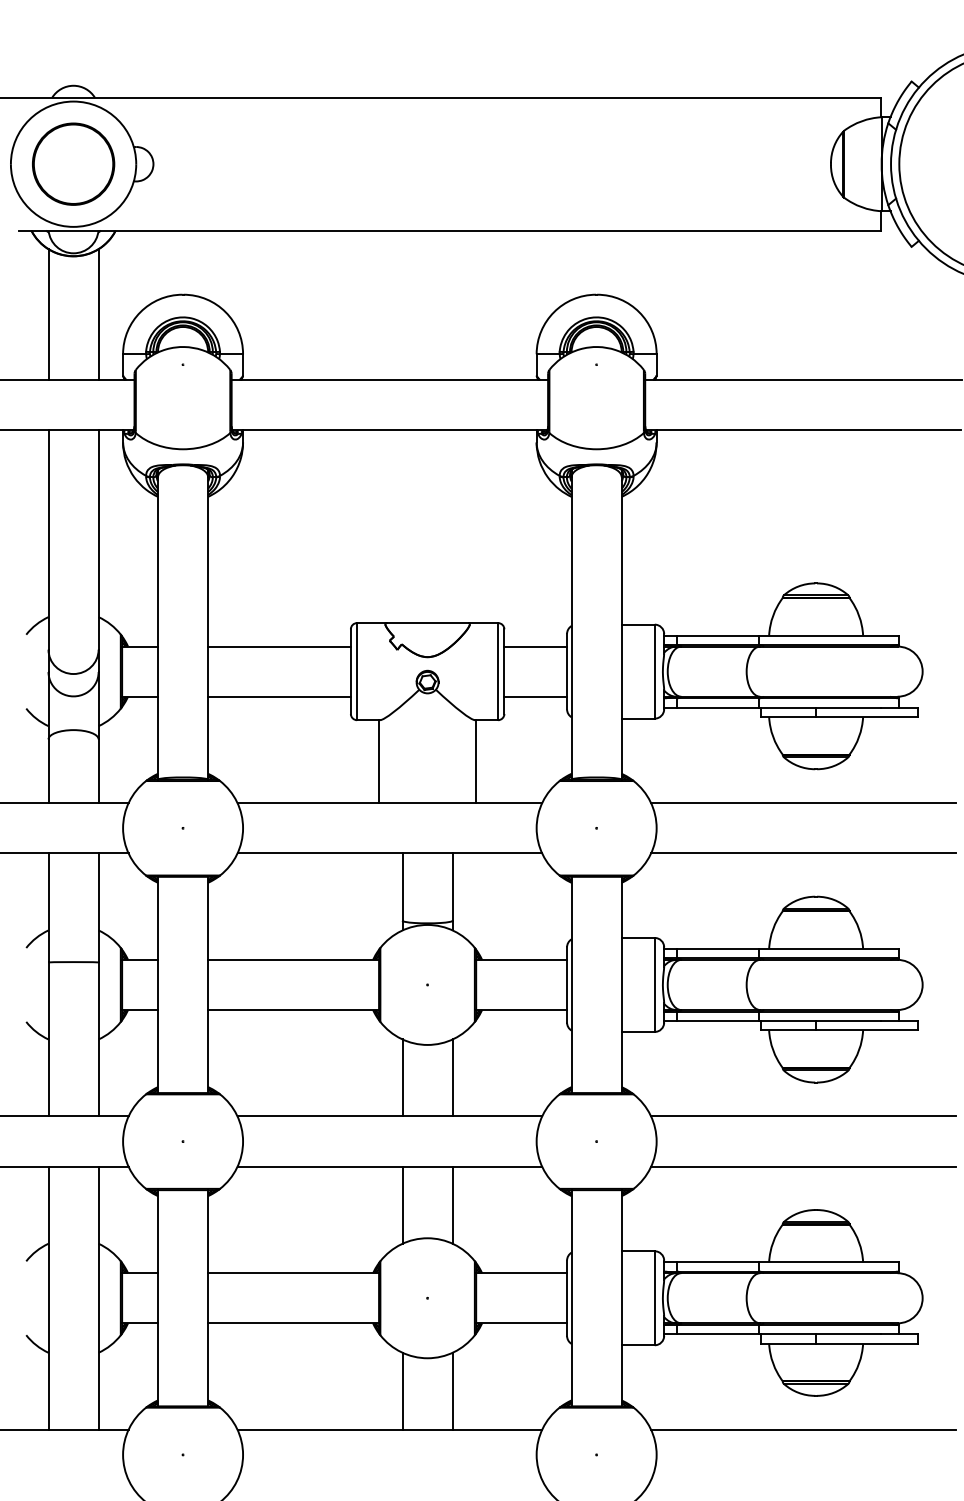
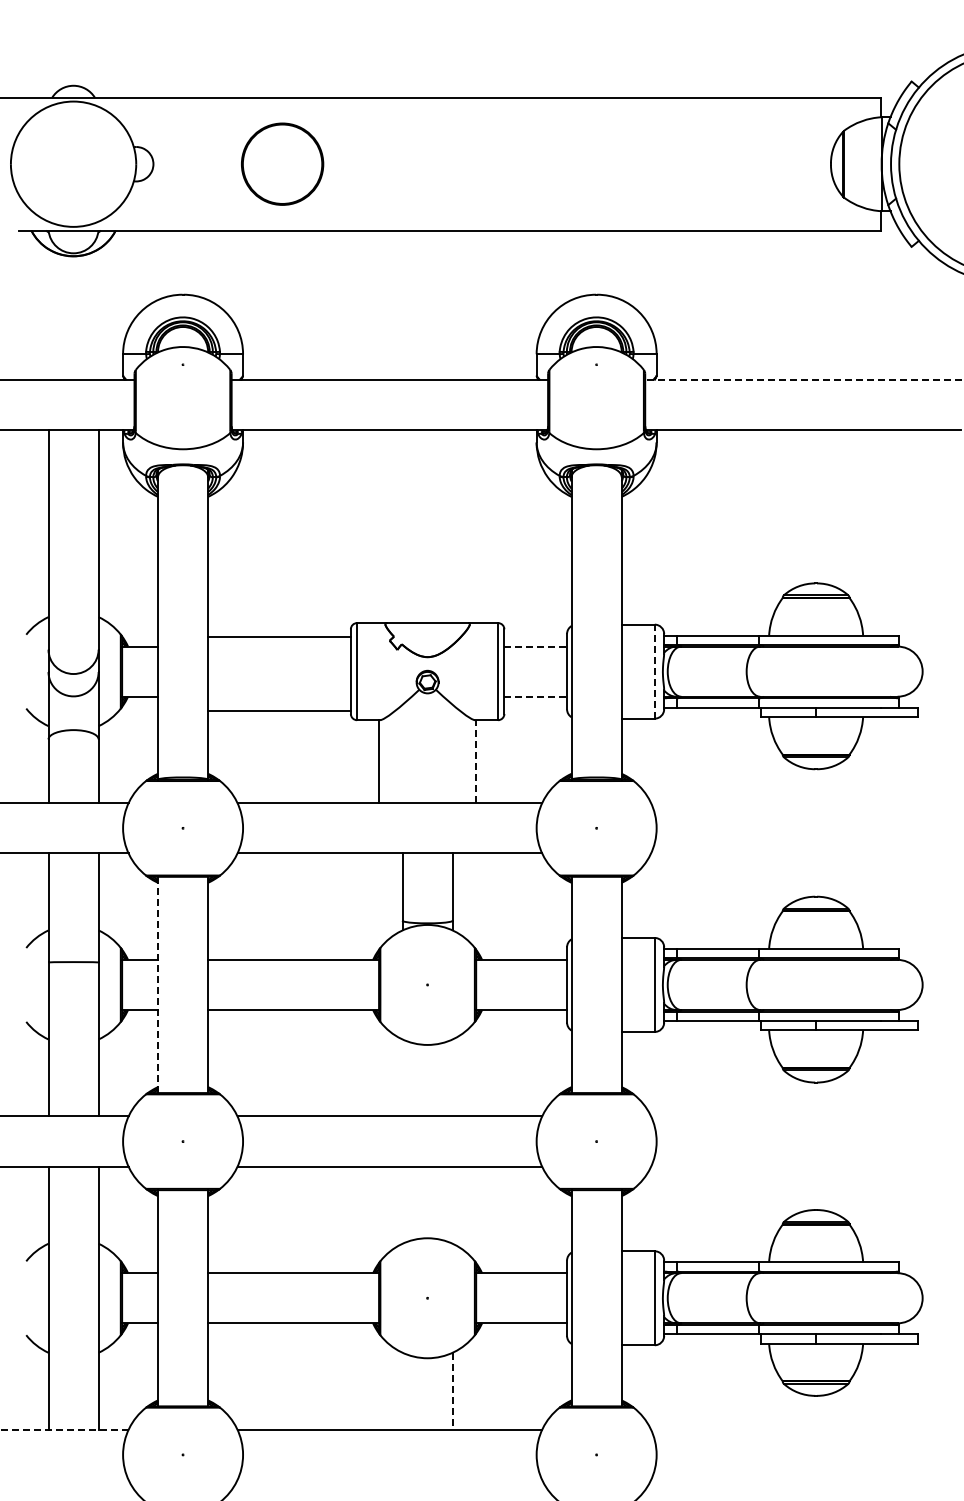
part at (73, 163) position: (73, 163) -> (282, 163)
line at (48, 314): present -> none
line at (98, 314): present -> none
line at (802, 380): solid -> dashed
line at (279, 646) position: (279, 646) -> (279, 636)
line at (536, 646): solid -> dashed
line at (654, 671): solid -> dashed
line at (279, 696) position: (279, 696) -> (279, 710)
line at (536, 696): solid -> dashed
line at (476, 761): solid -> dashed
line at (803, 803): present -> none
line at (803, 853): present -> none
line at (158, 984): solid -> dashed
line at (402, 1077): present -> none
line at (452, 1077): present -> none
line at (803, 1116): present -> none
line at (803, 1166): present -> none
line at (402, 1204): present -> none
line at (452, 1204): present -> none
line at (402, 1390): present -> none
line at (452, 1391): solid -> dashed
line at (64, 1429): solid -> dashed
line at (803, 1429): present -> none
